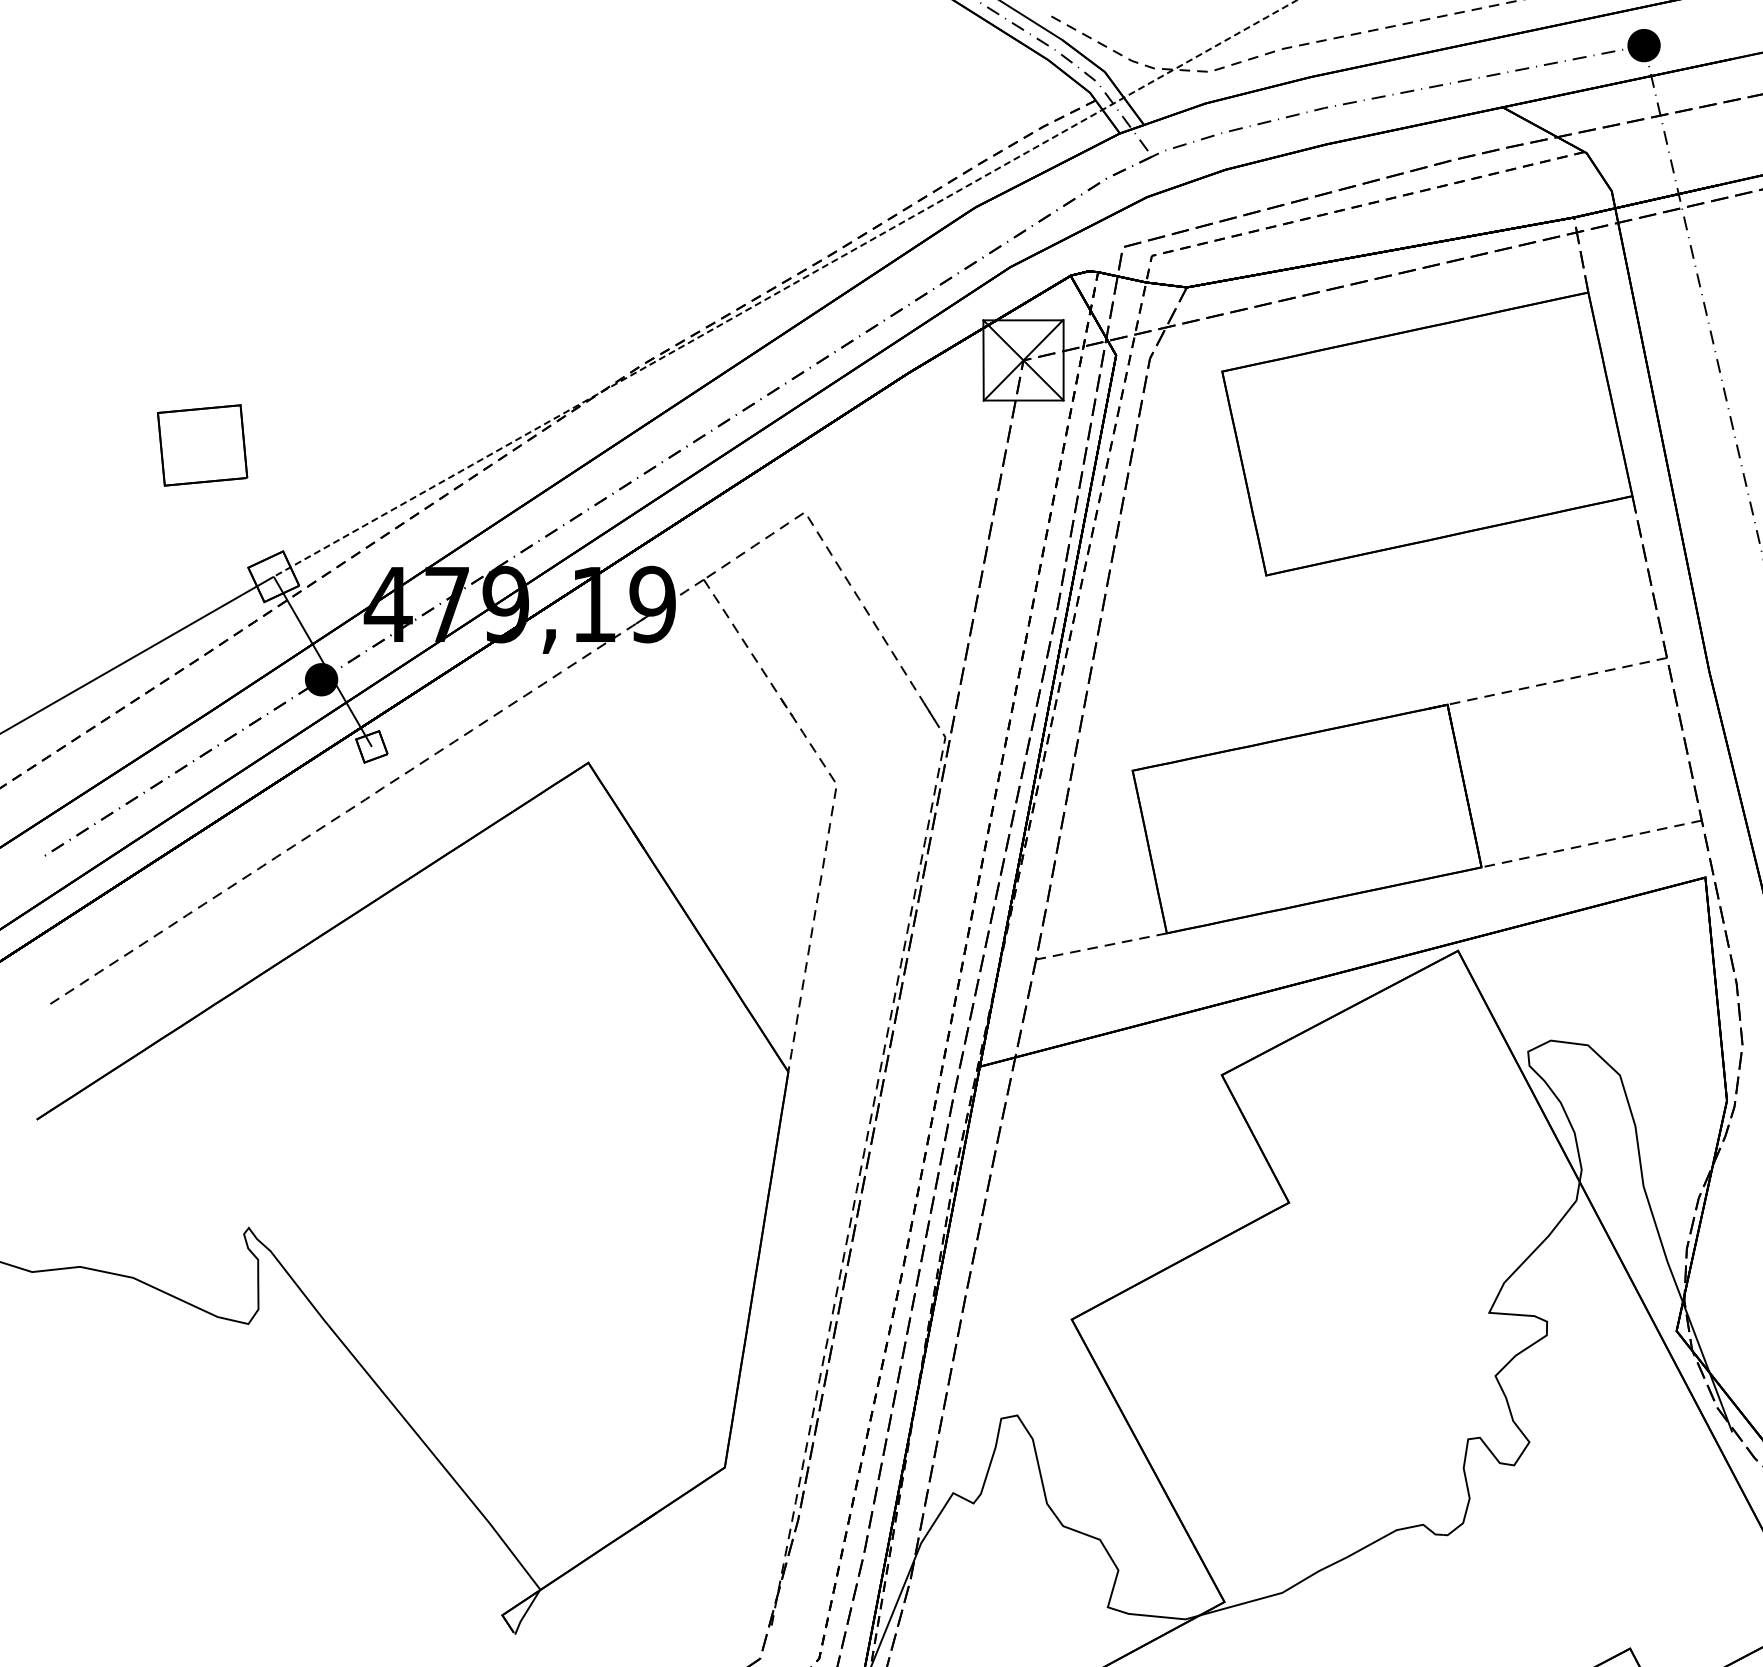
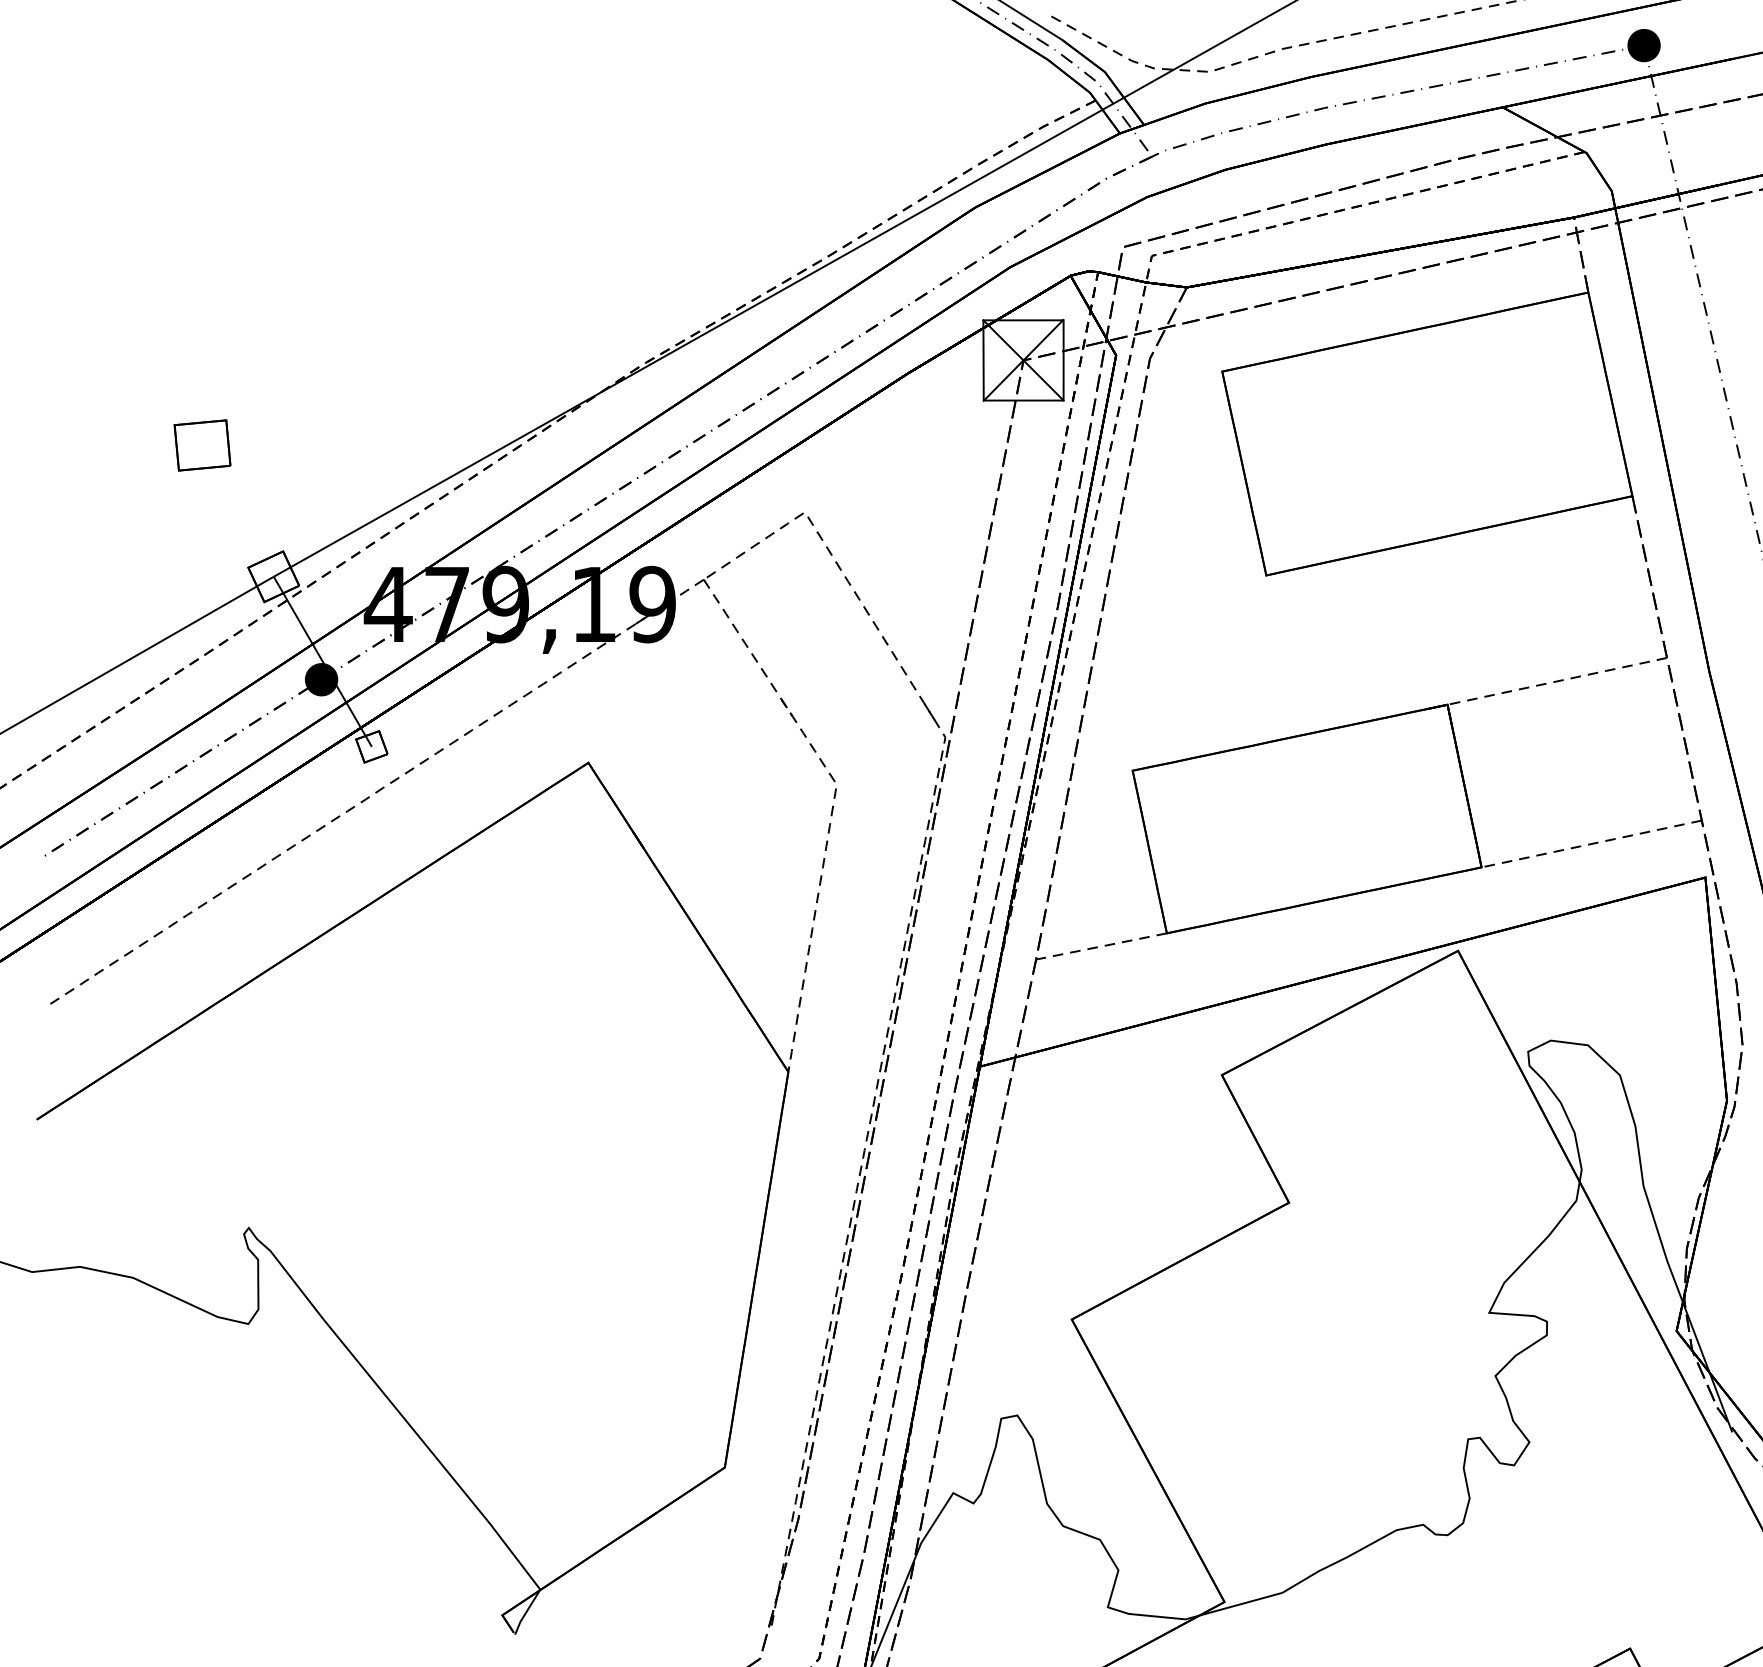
line at (785, 288): dashed -> solid
part at (202, 445) size: 92x83 px -> 59x53 px
